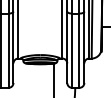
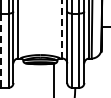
line at (62, 29): solid -> dashed
line at (1, 51): solid -> dashed
